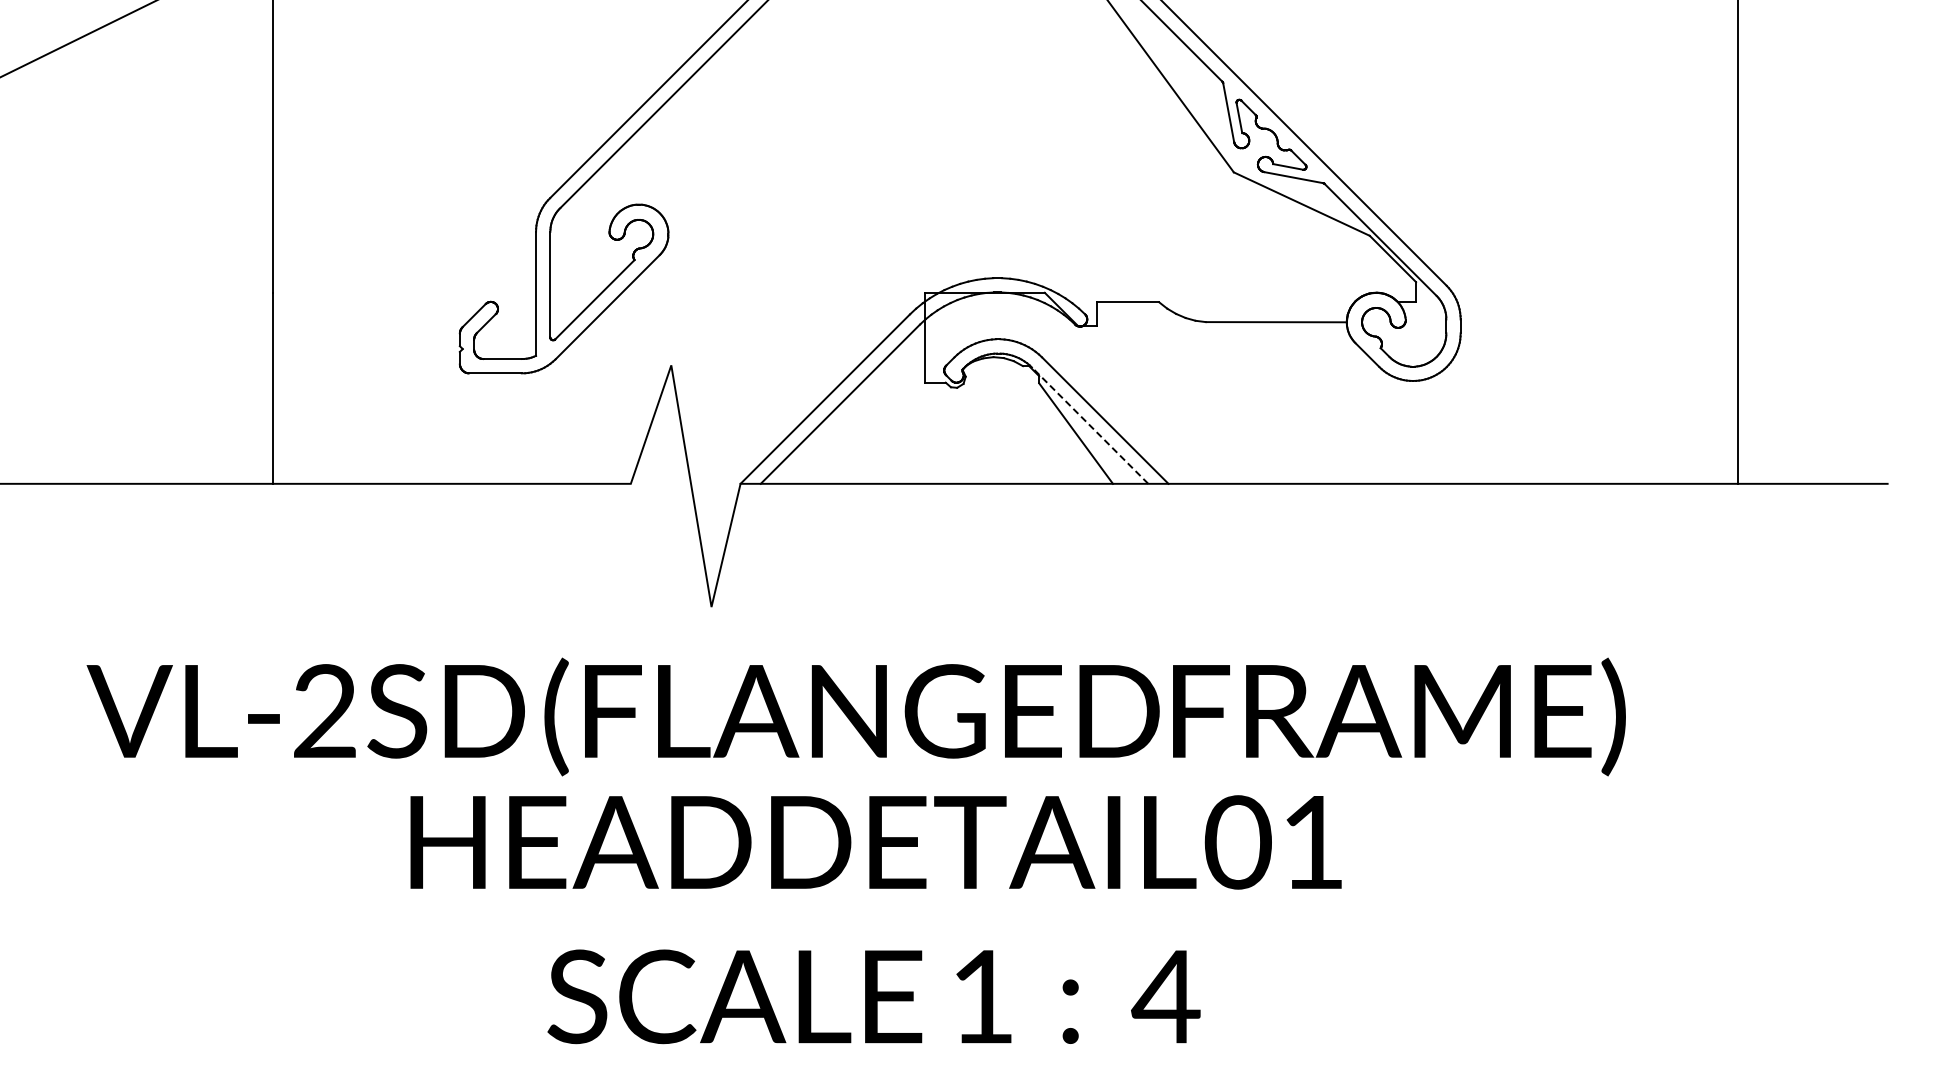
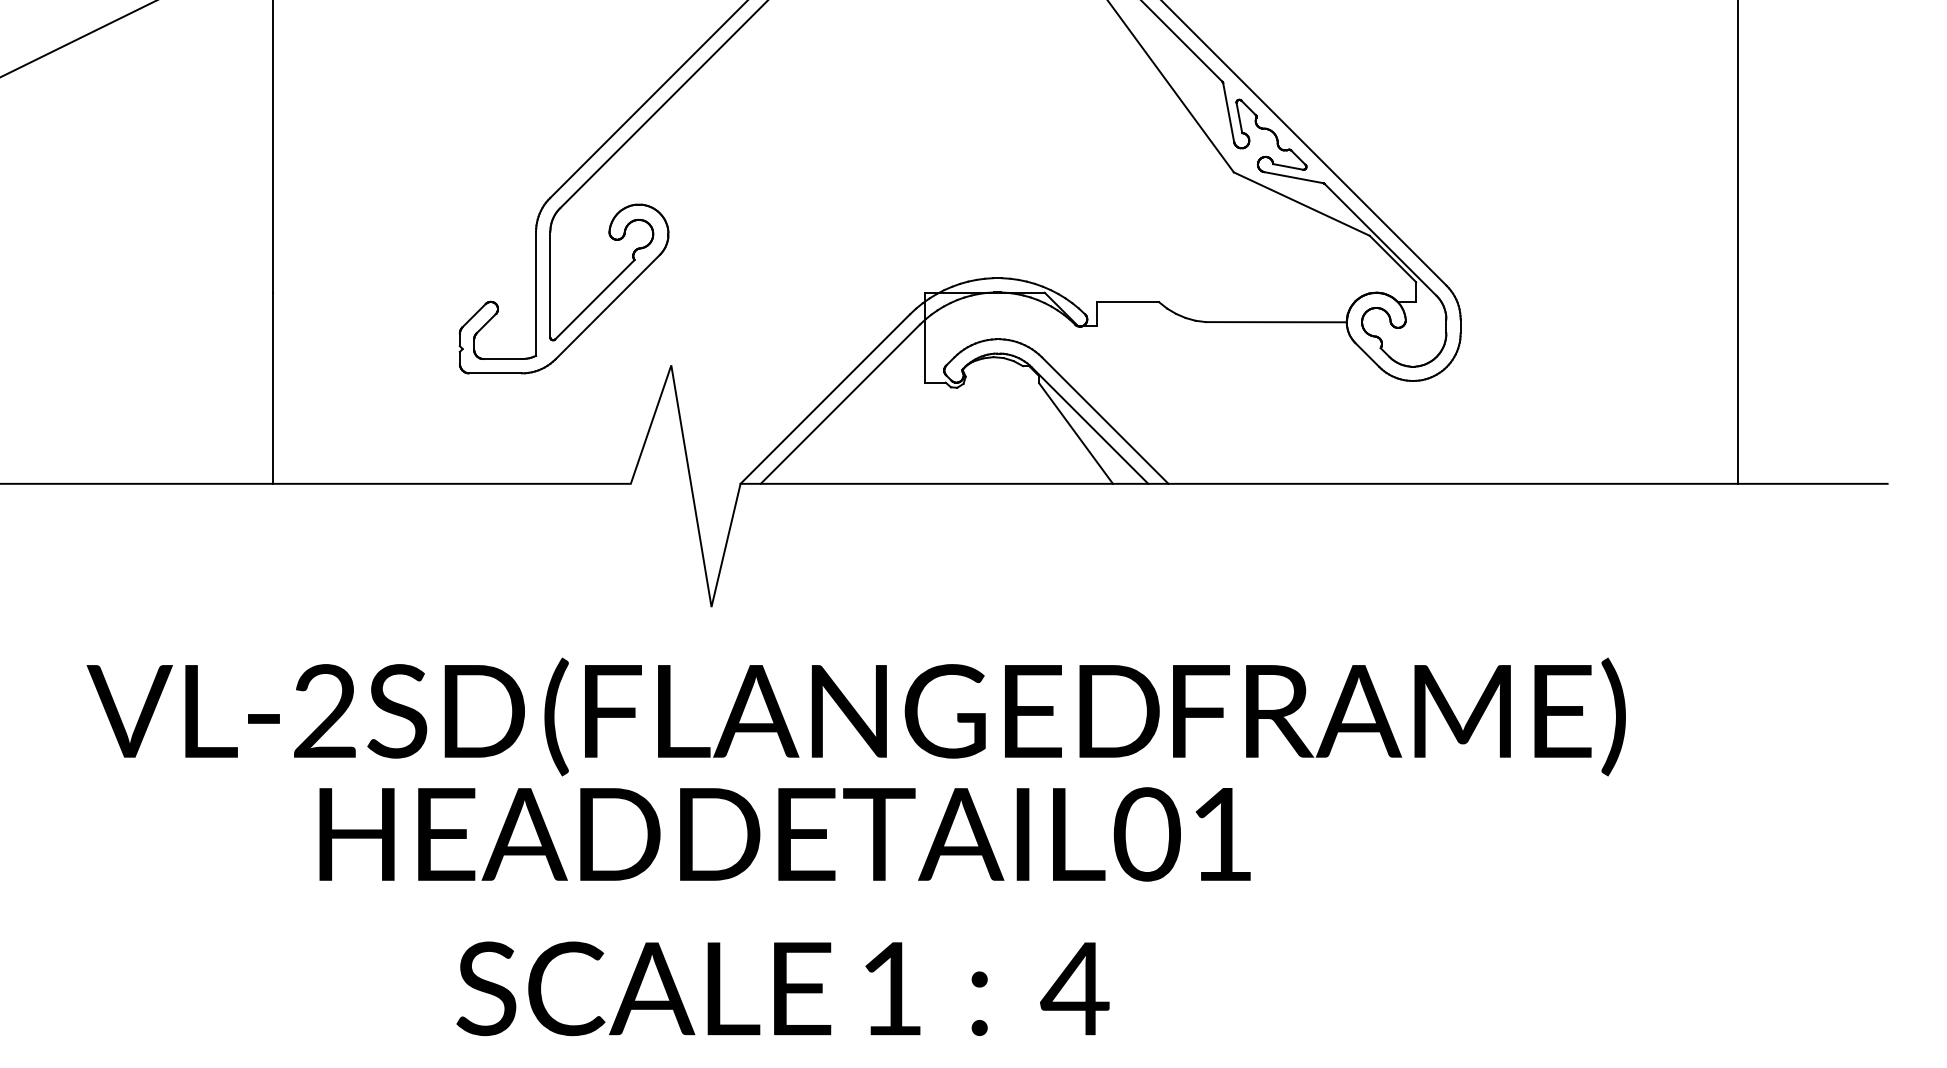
line at (1089, 425): dashed -> solid
text at (875, 919) position: (875, 919) -> (784, 911)
